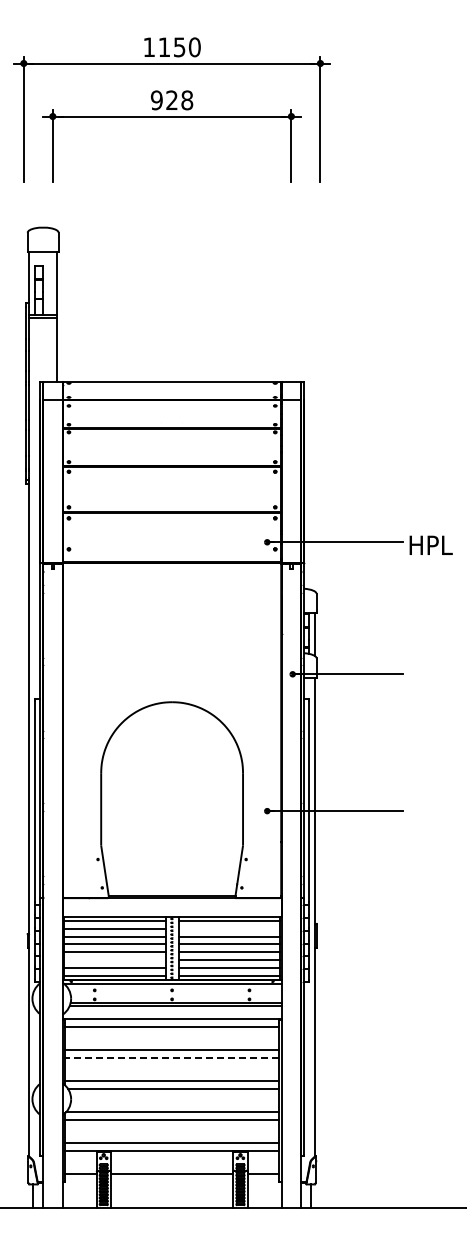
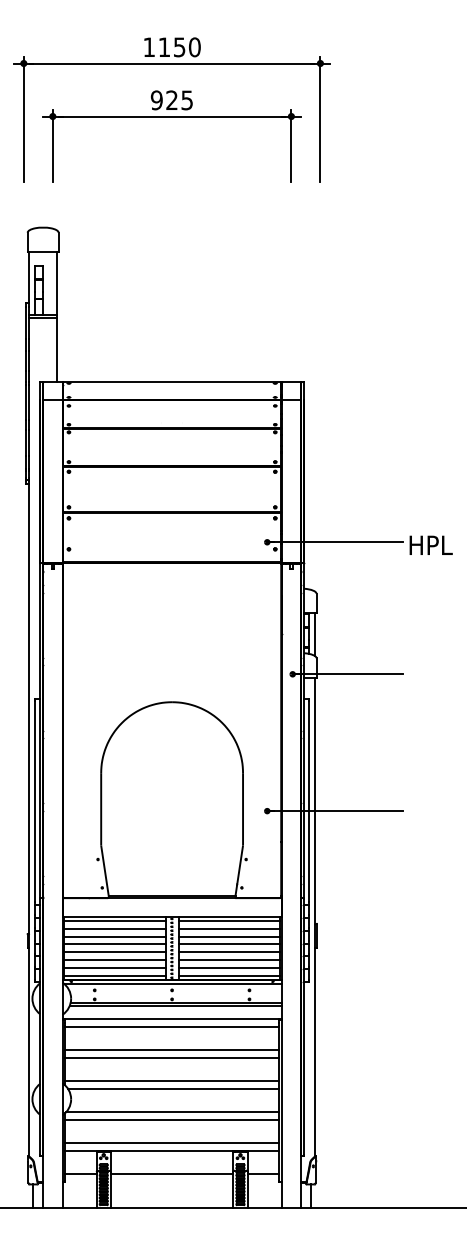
text at (187, 100): 928 -> 925
line at (229, 928): none -> present
line at (114, 960): none -> present
line at (171, 1058): dashed -> solid
